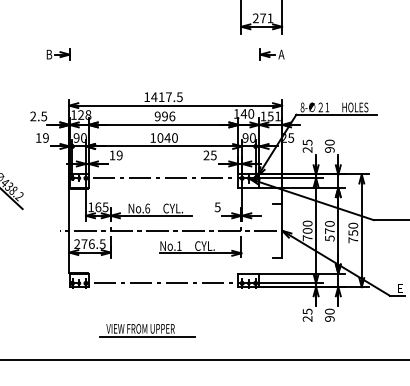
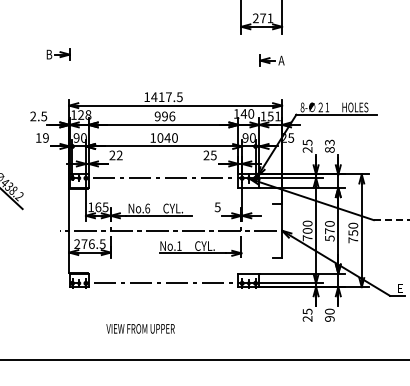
part at (271, 54) position: (271, 54) -> (271, 60)
text at (329, 145): 90 -> 83
text at (115, 155): 19 -> 22
line at (391, 220): solid -> dashed
line at (146, 337): present -> none
